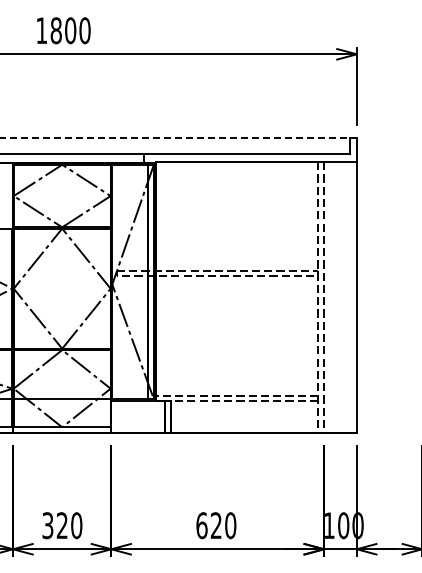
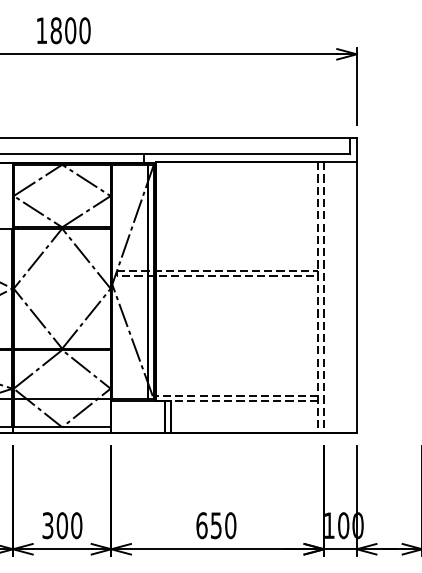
line at (179, 137): dashed -> solid
text at (62, 525): 320 -> 300
text at (215, 525): 620 -> 650
